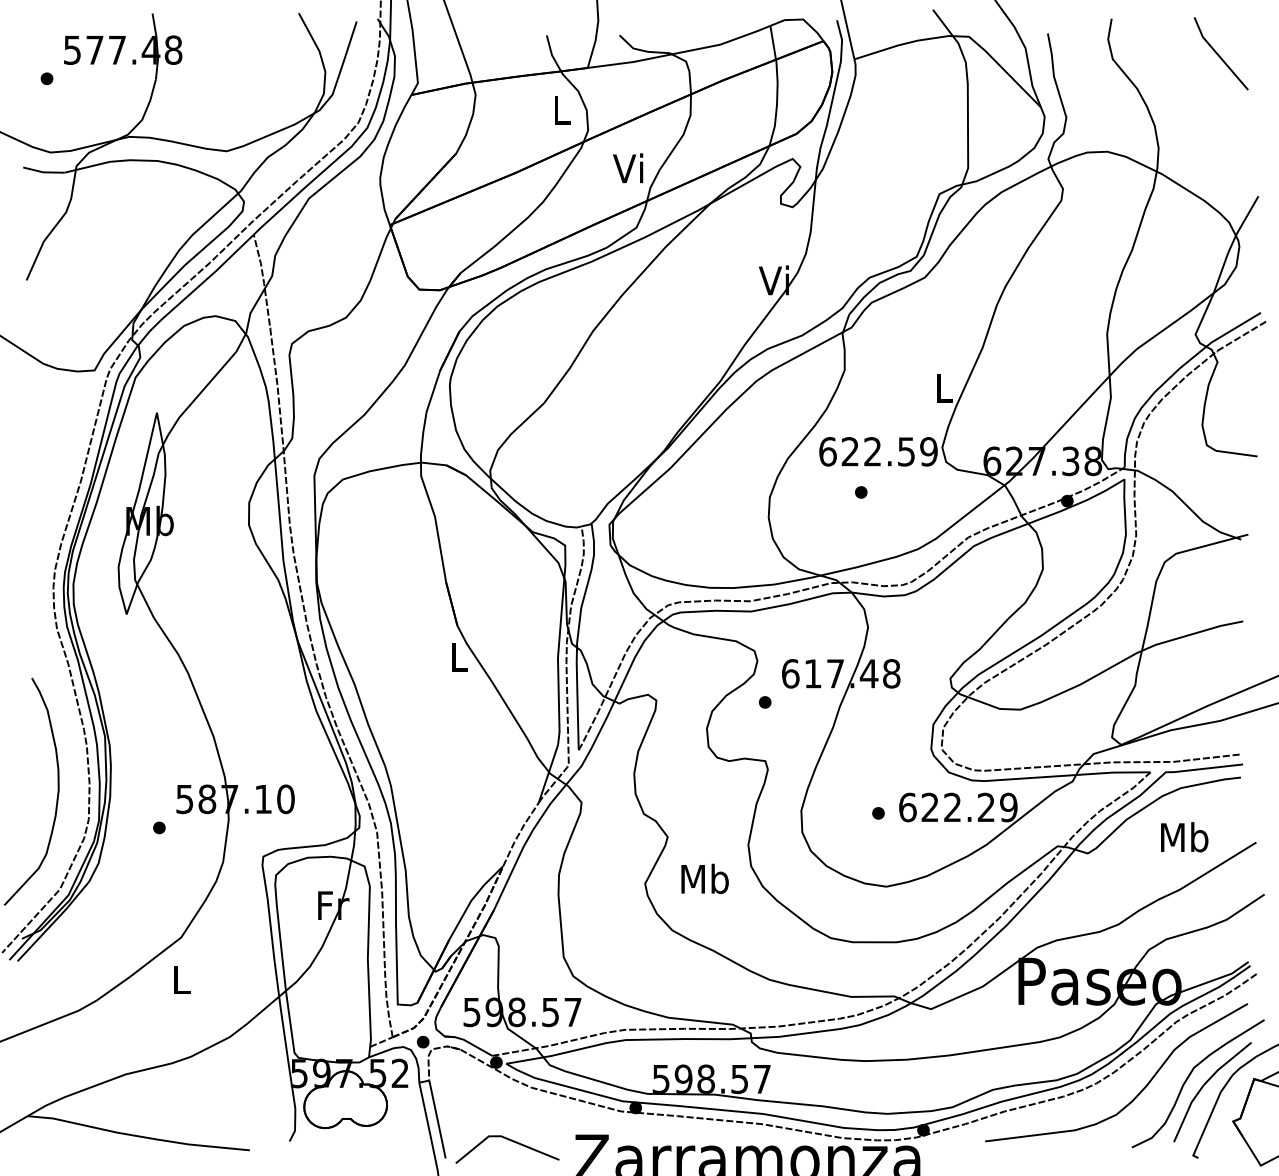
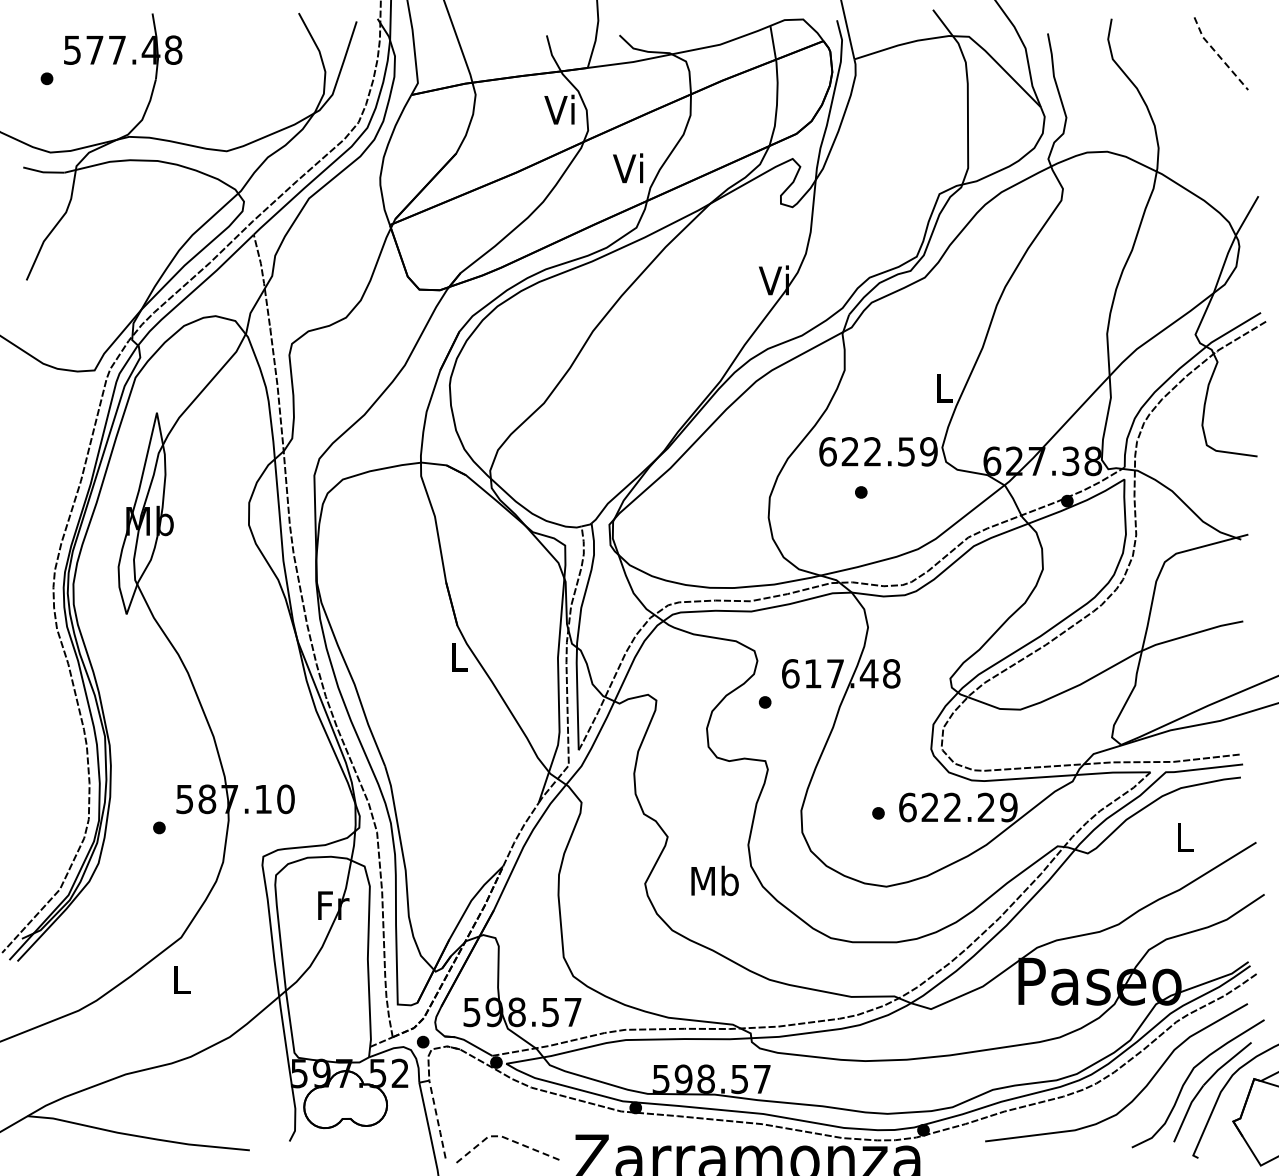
line at (1218, 55): solid -> dashed
text at (559, 109): L -> Vi
curve at (56, 798): present -> none
text at (1184, 837): Mb -> L
text at (704, 878) position: (704, 878) -> (714, 880)
line at (437, 1119): solid -> dashed
line at (502, 1137): solid -> dashed
